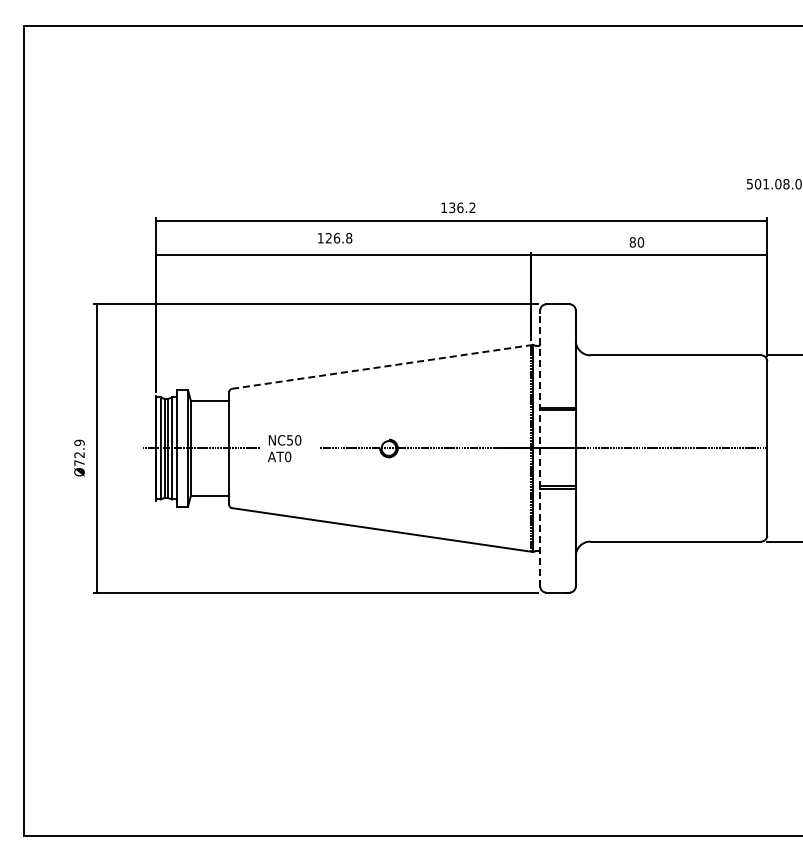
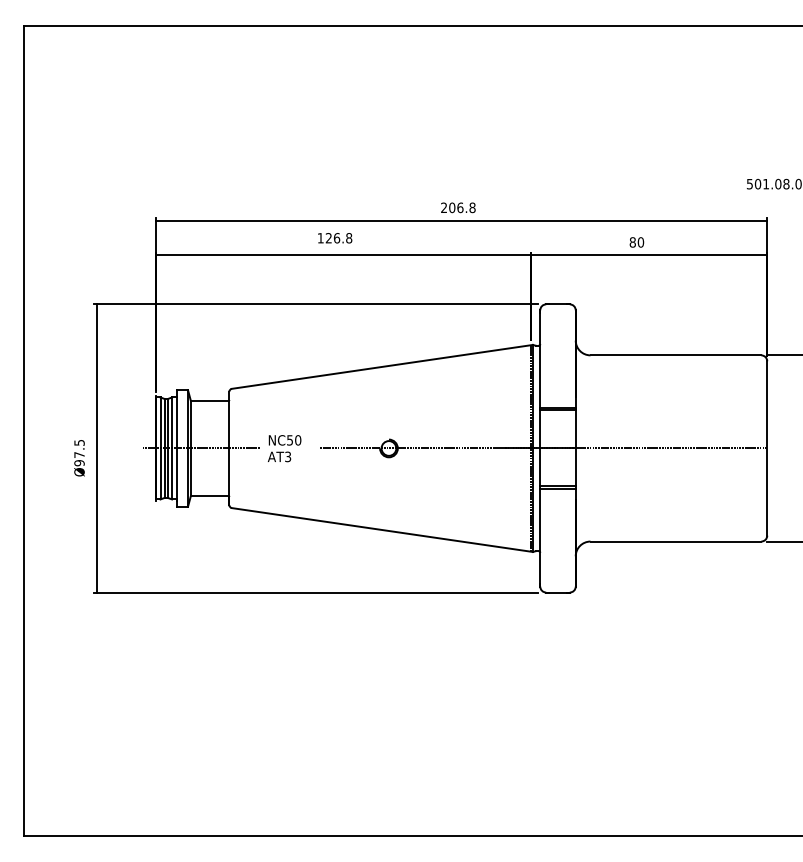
text at (458, 207): 136.2 -> 206.8
line at (381, 366): dashed -> solid
line at (540, 447): dashed -> solid
text at (79, 452): Ø72.9 -> Ø97.5
text at (288, 456): AT0 -> AT3
